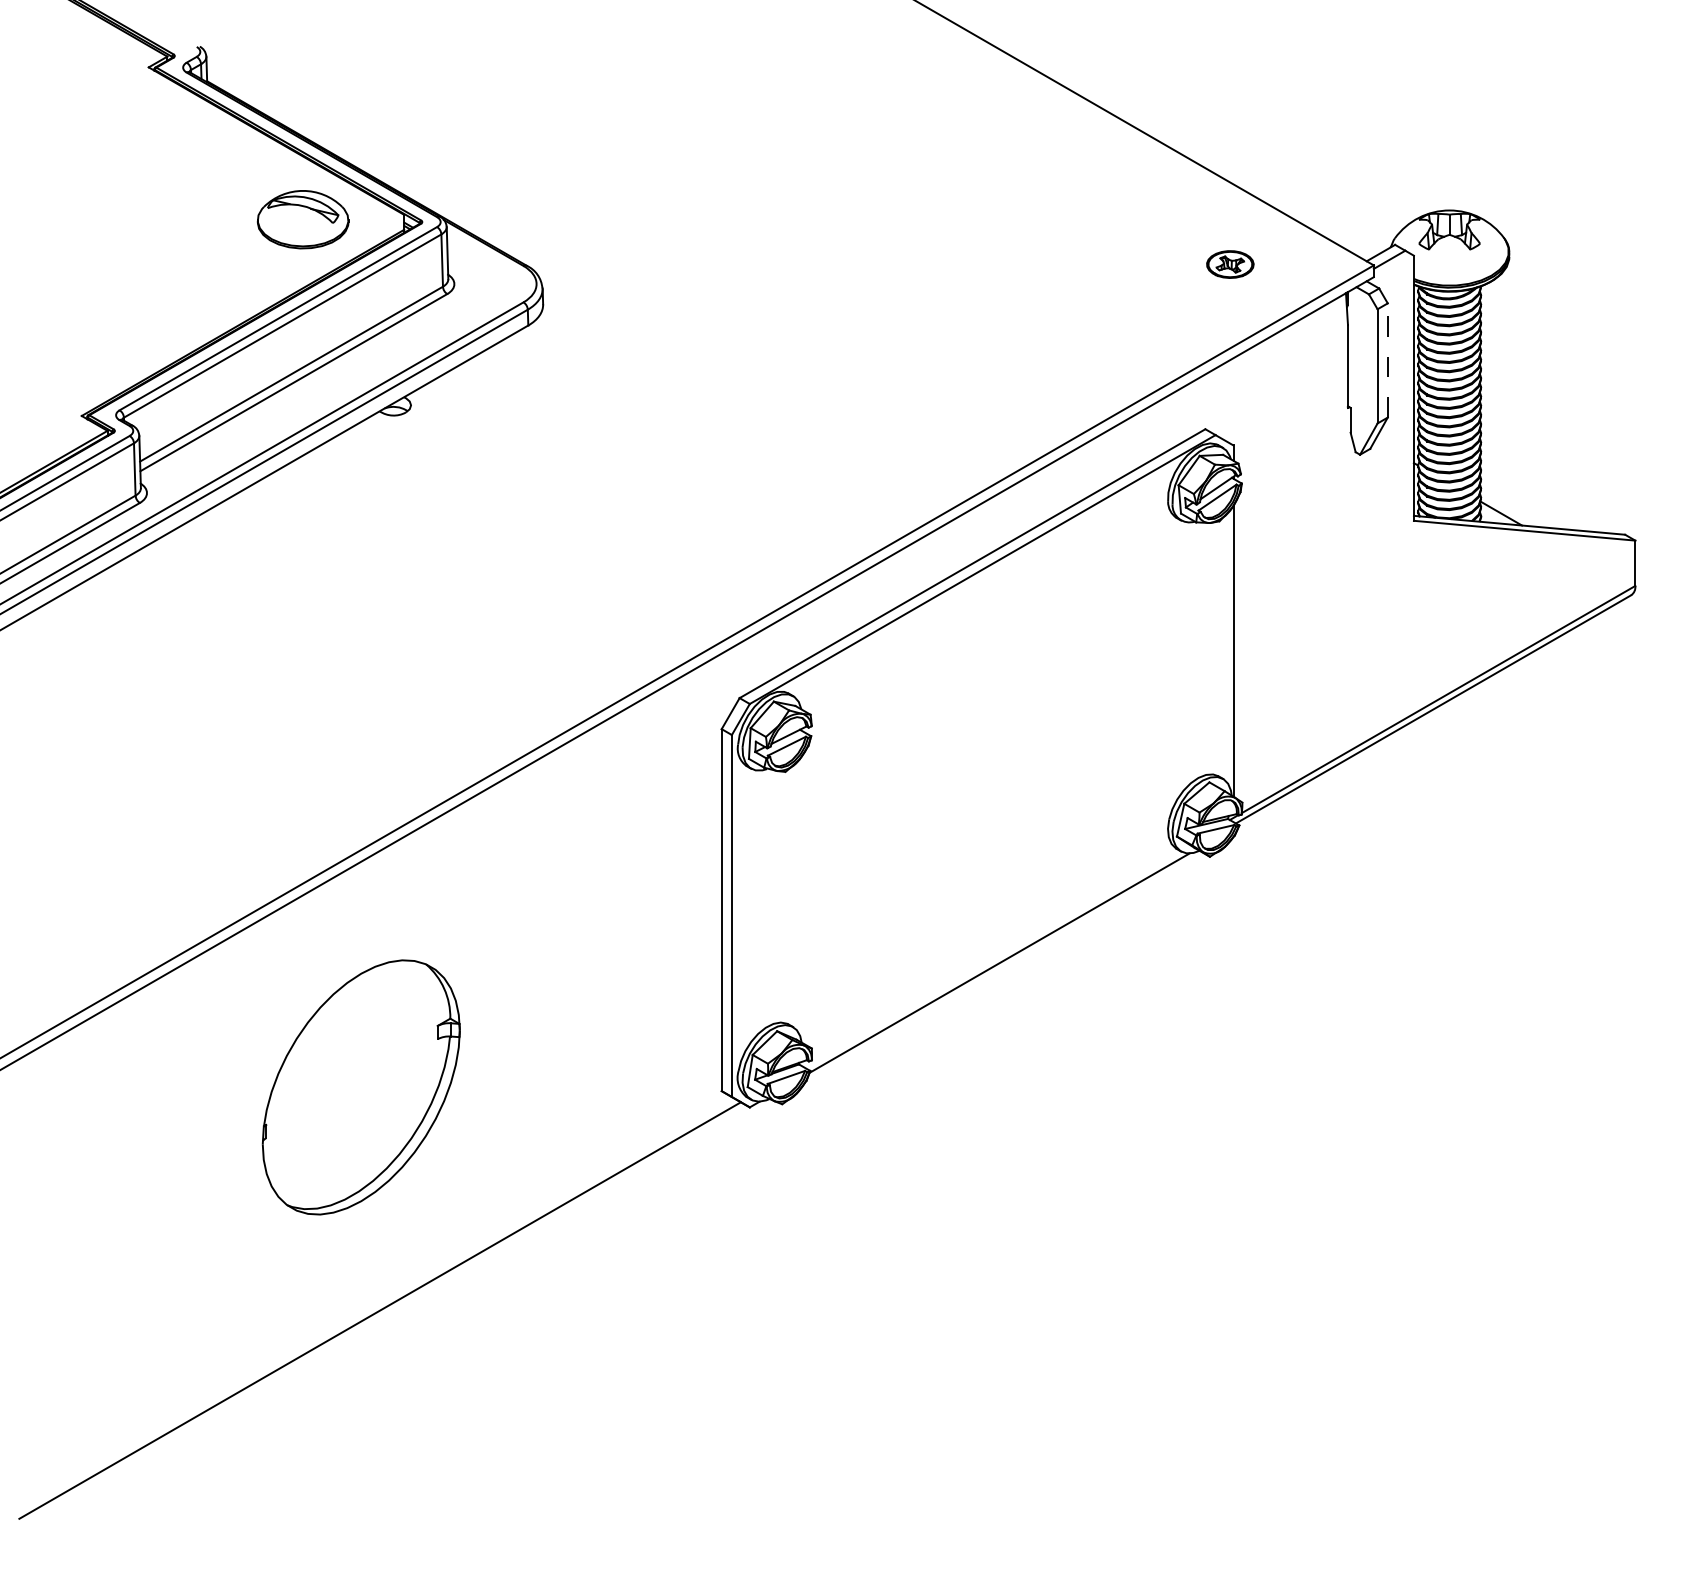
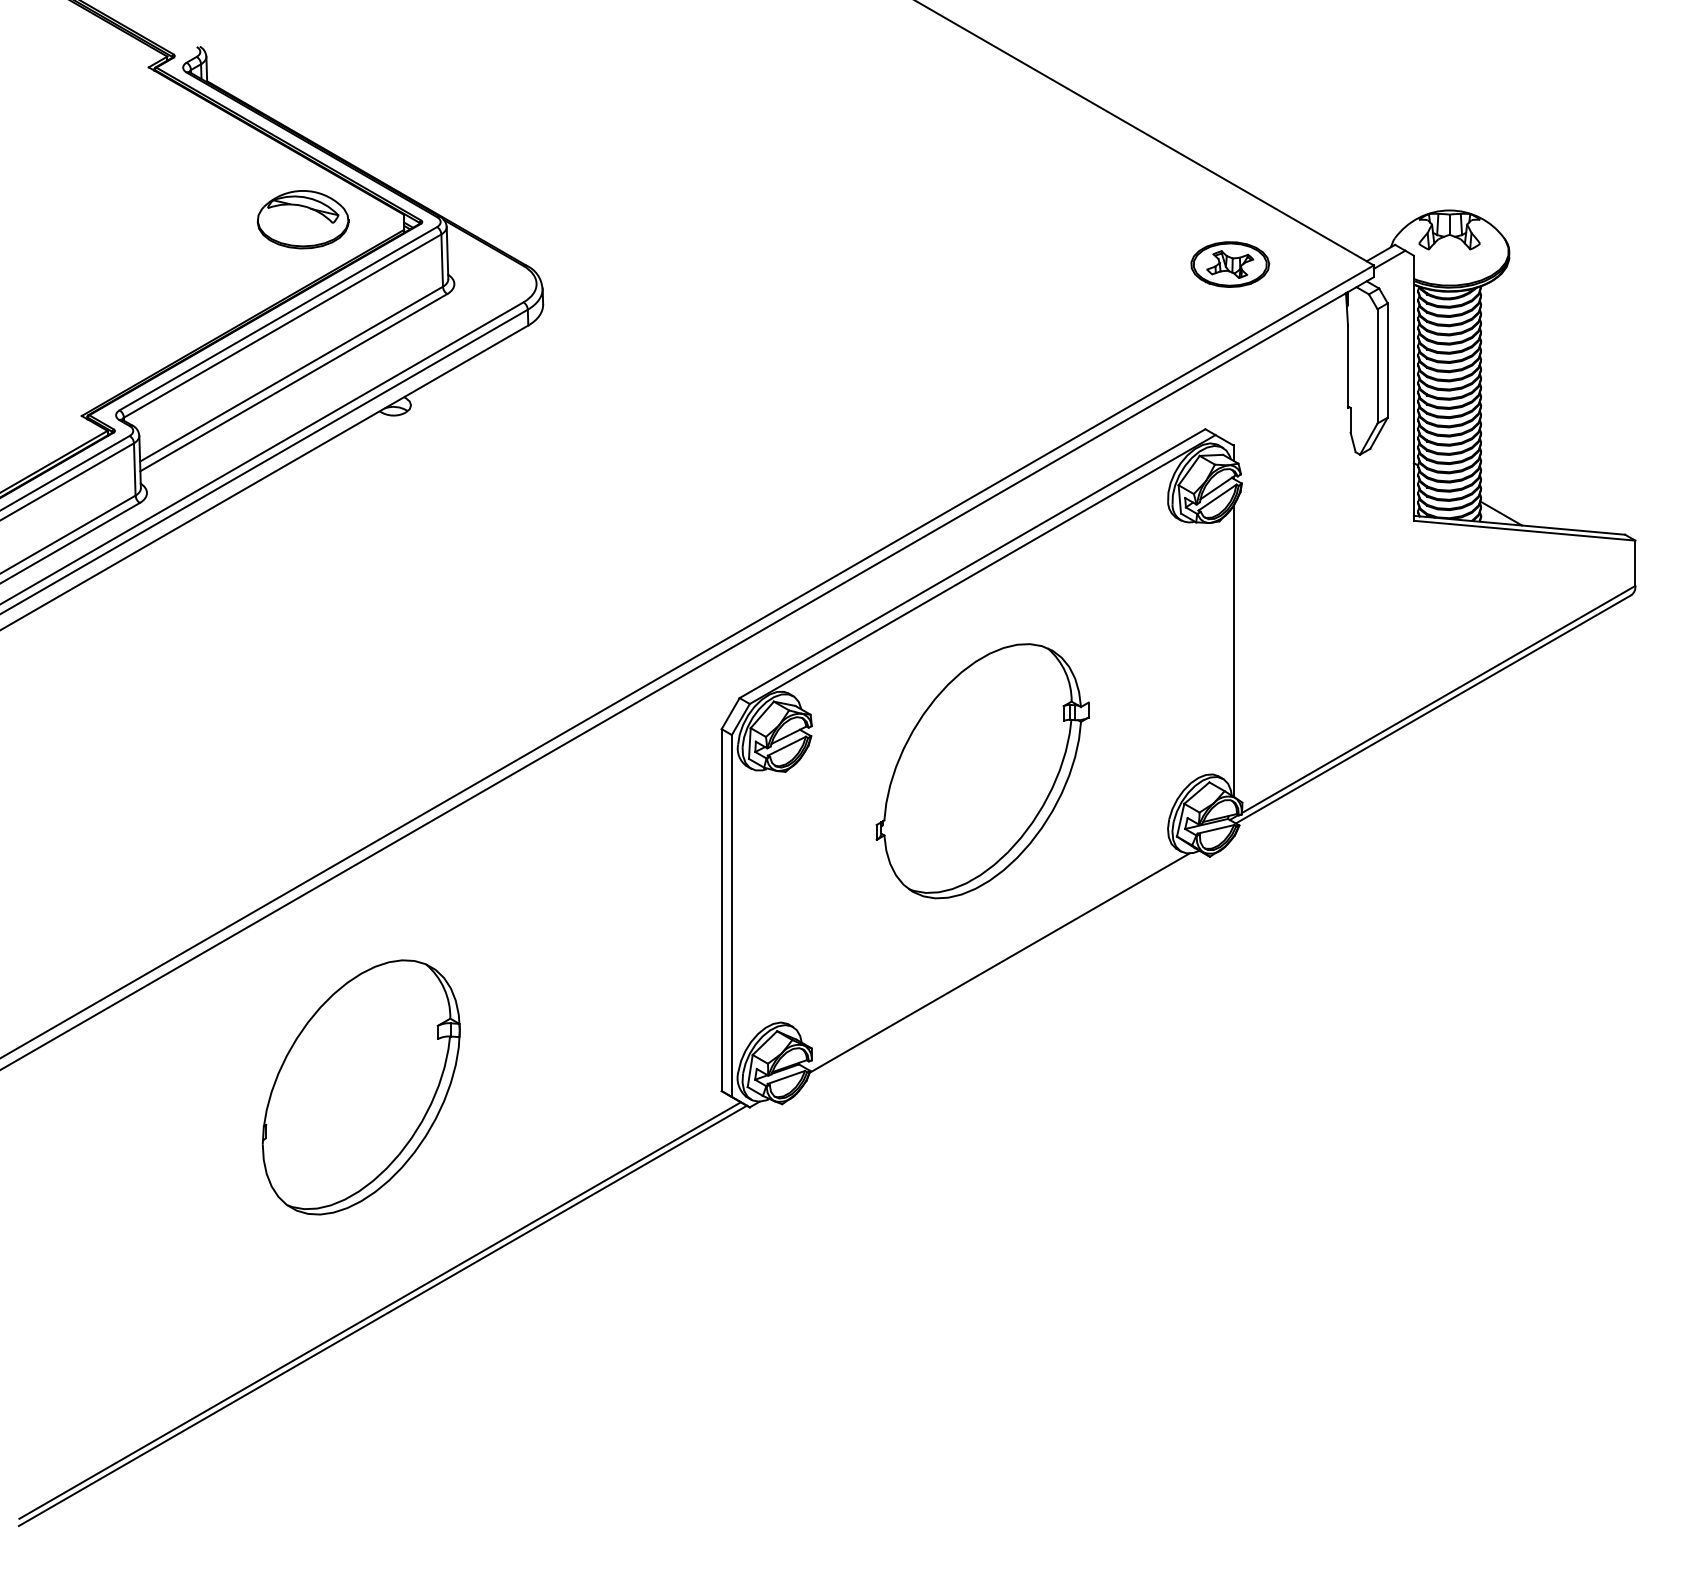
part at (1230, 264) size: 49x29 px -> 81x47 px
line at (1387, 360): dashed -> solid
part at (982, 771): none -> present
line at (382, 1315): none -> present
